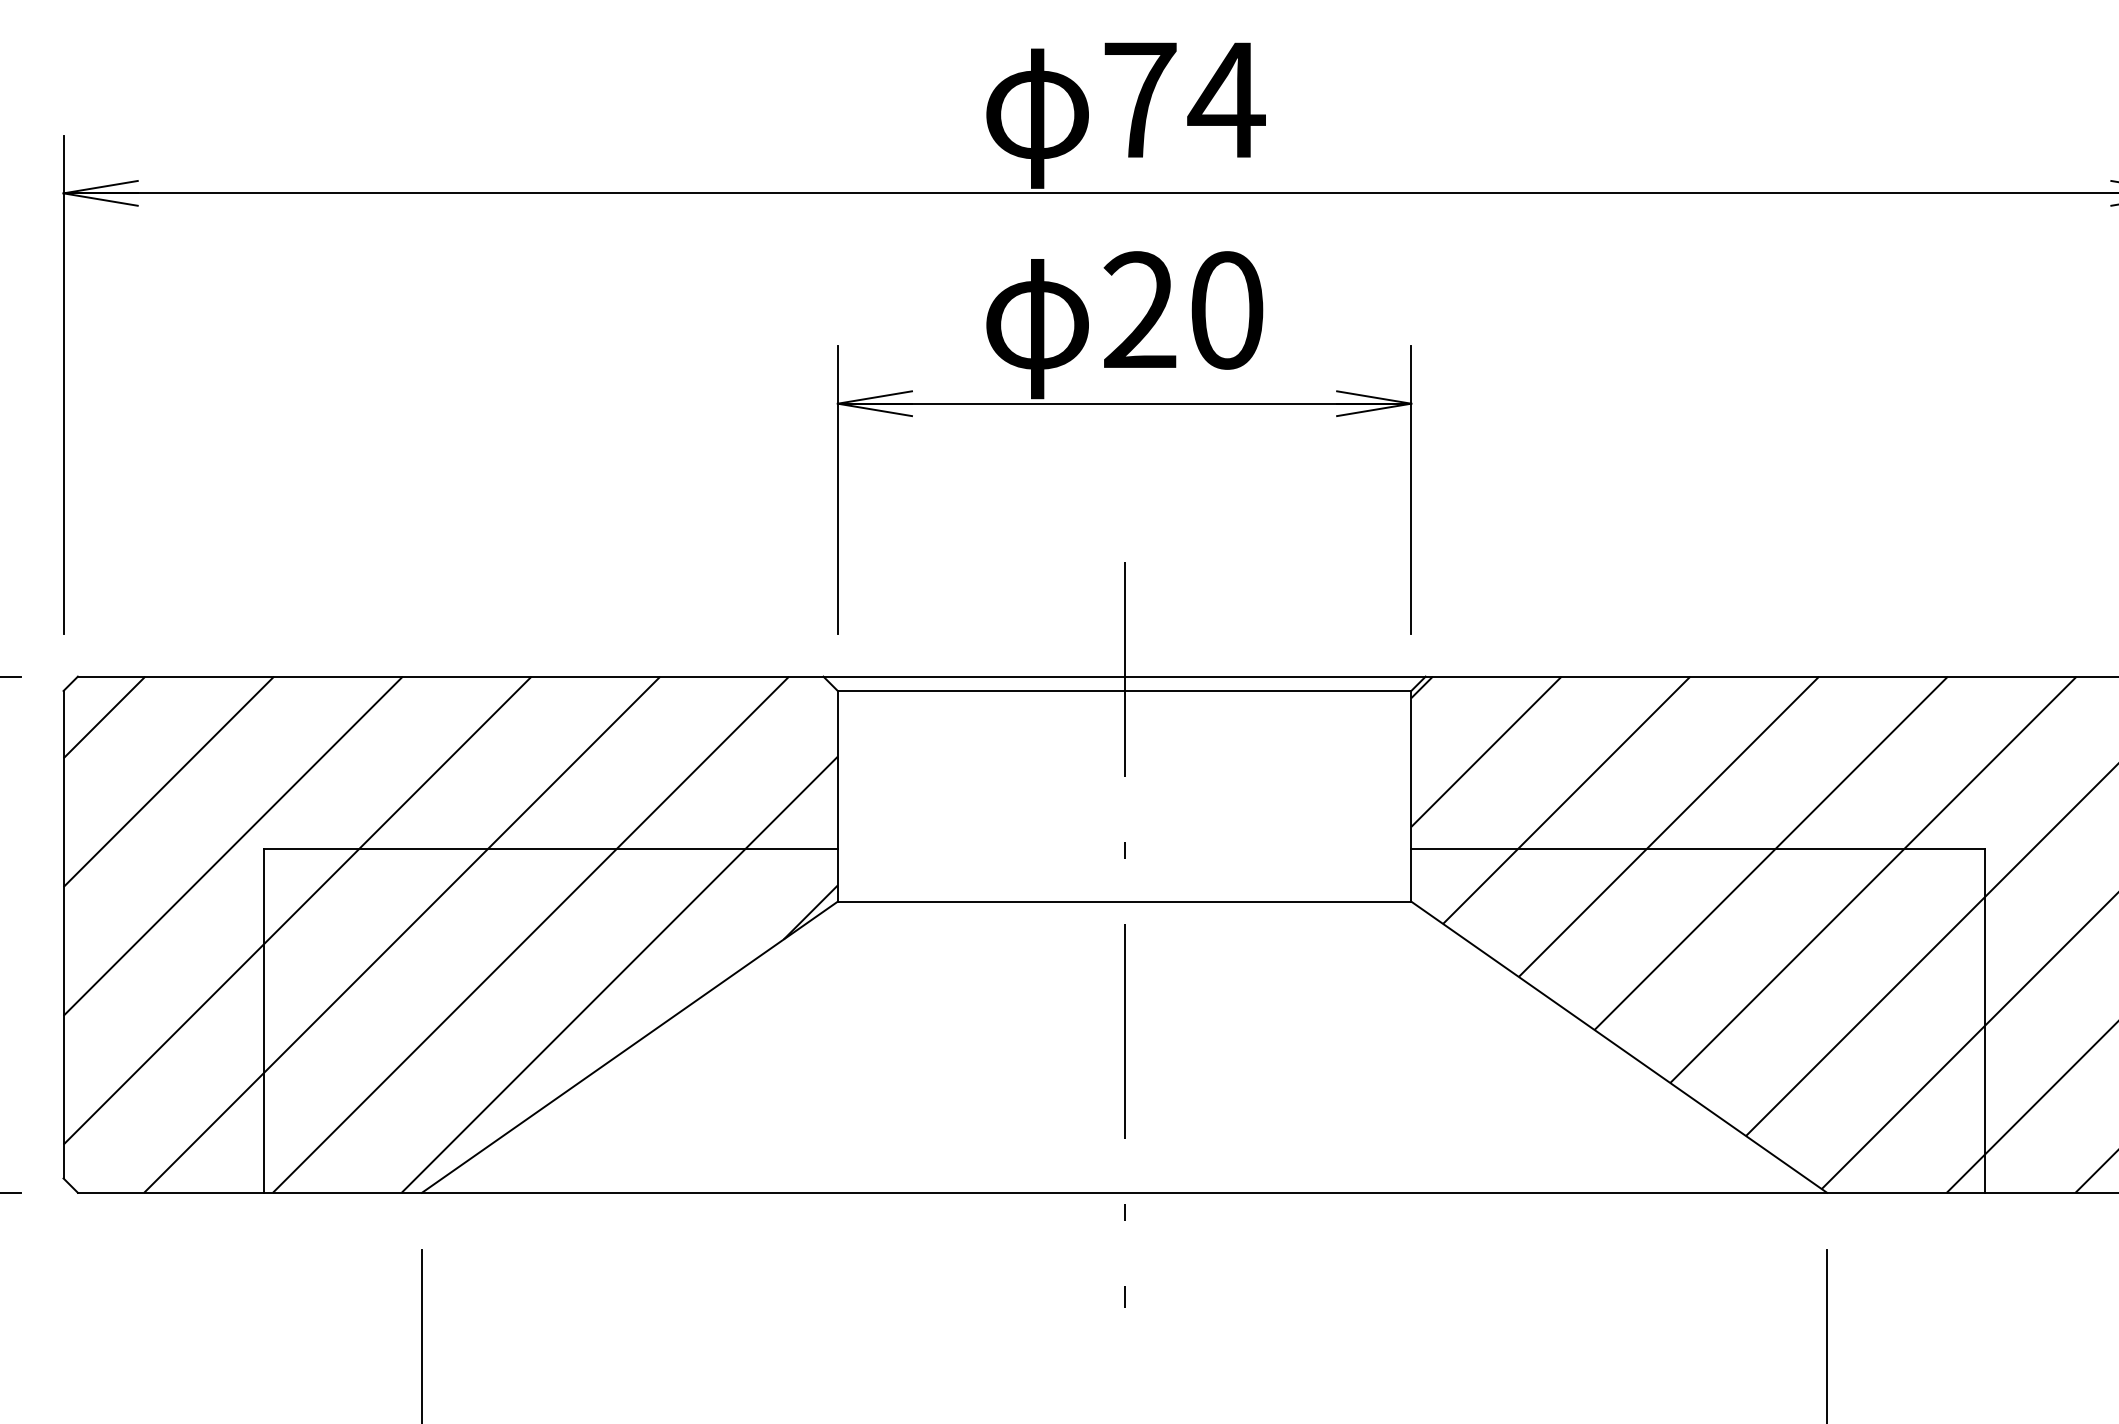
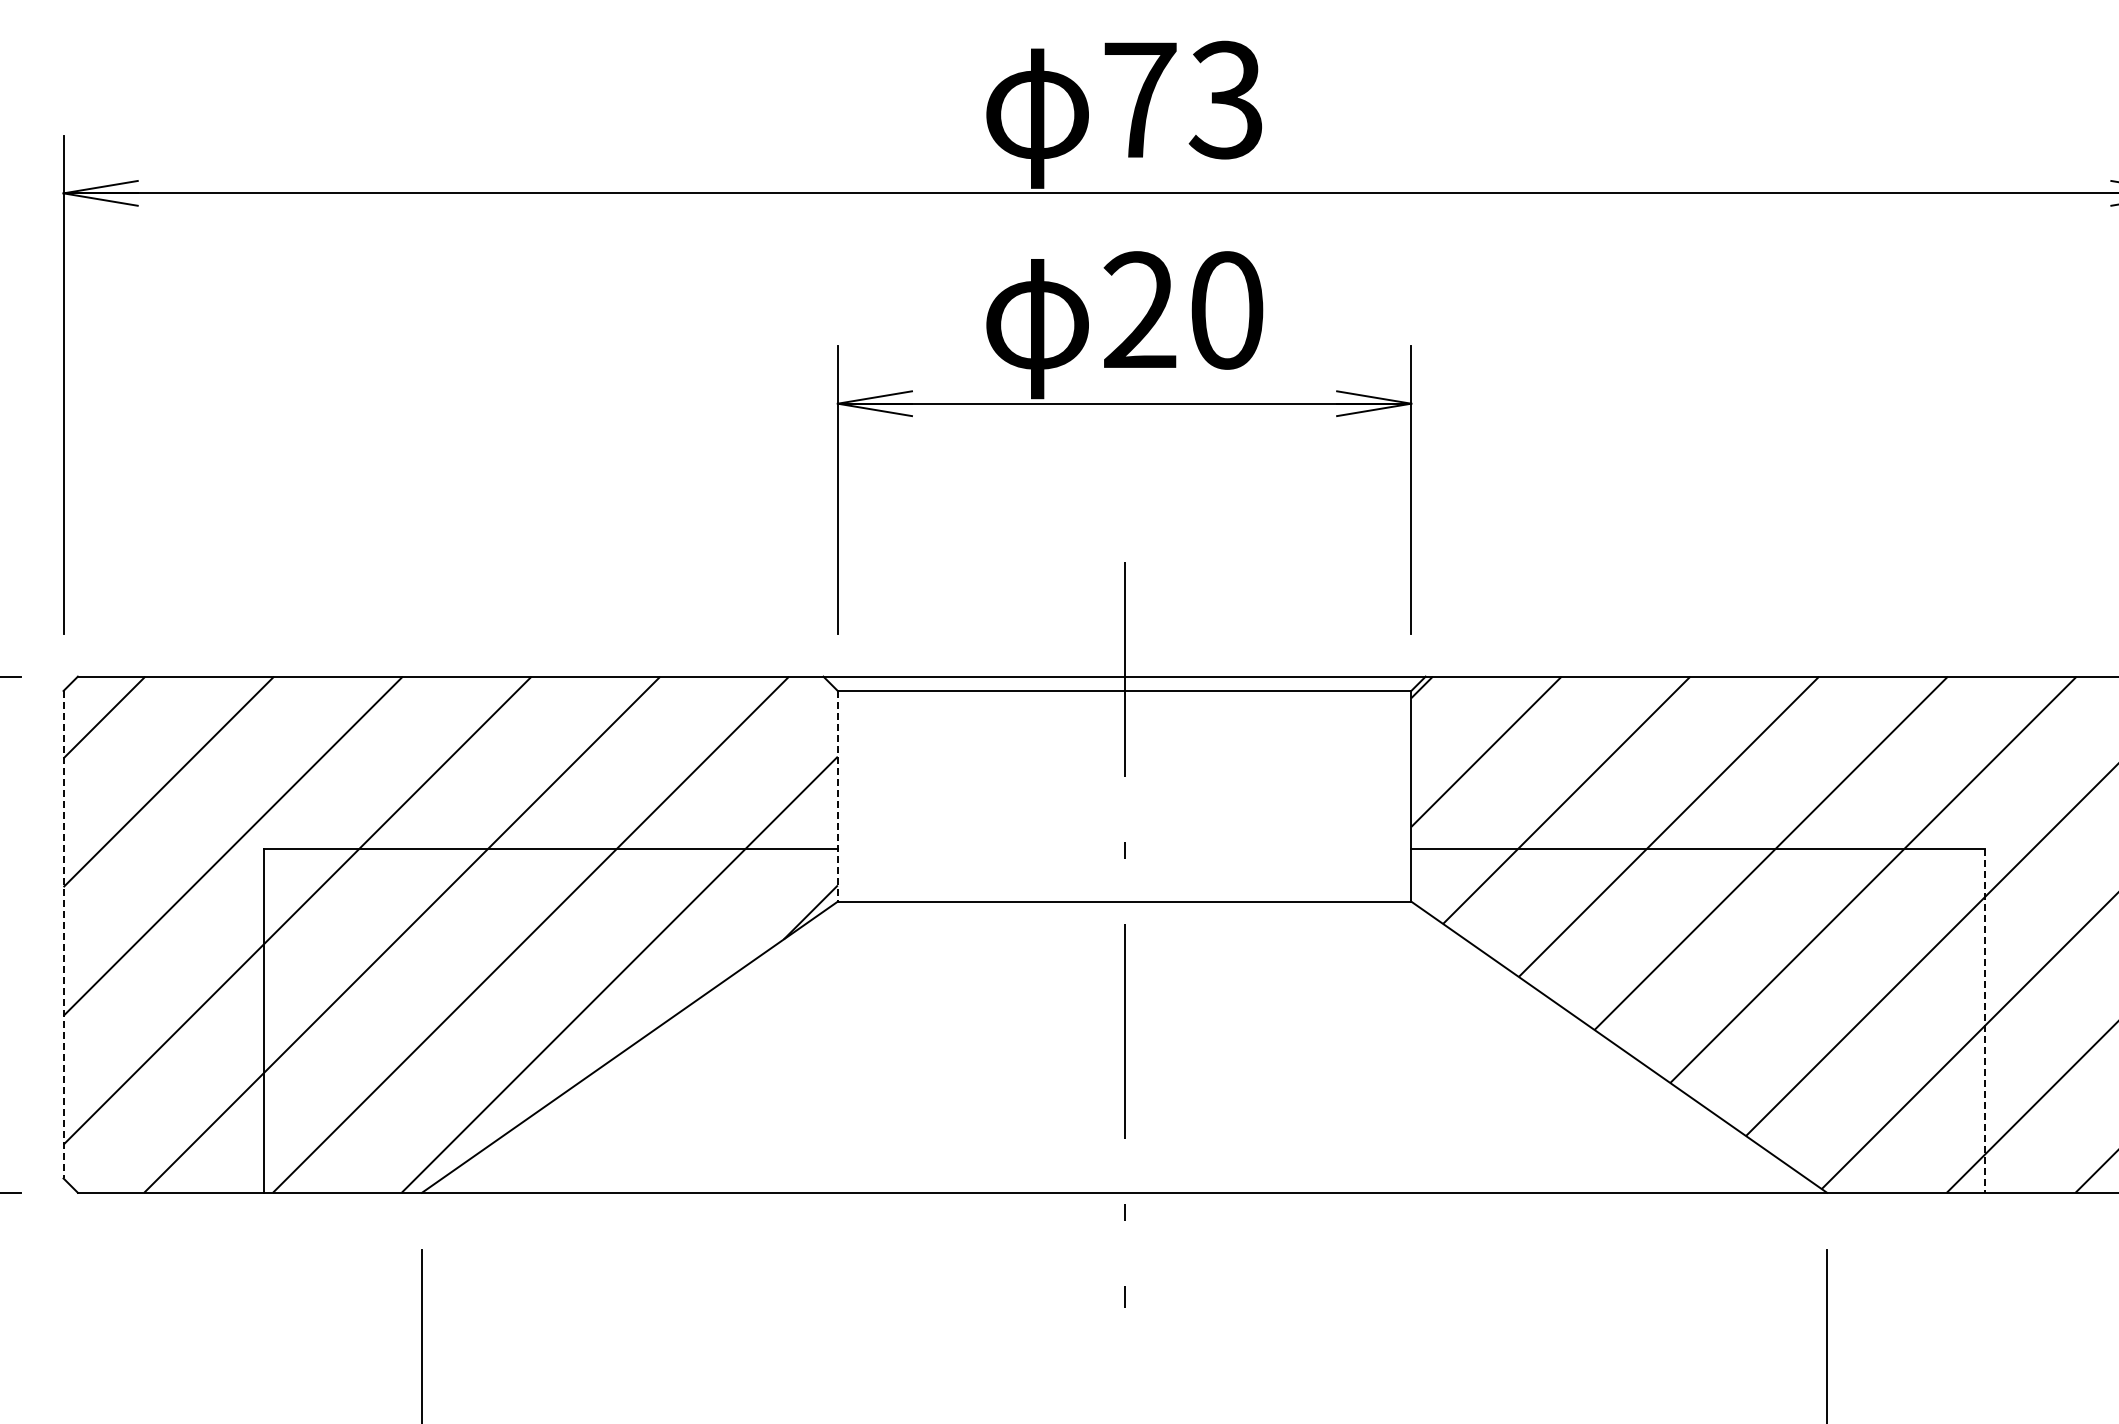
text at (1226, 99): 74 -> 73
line at (837, 796): solid -> dashed
line at (63, 934): solid -> dashed
line at (1984, 1021): solid -> dashed
